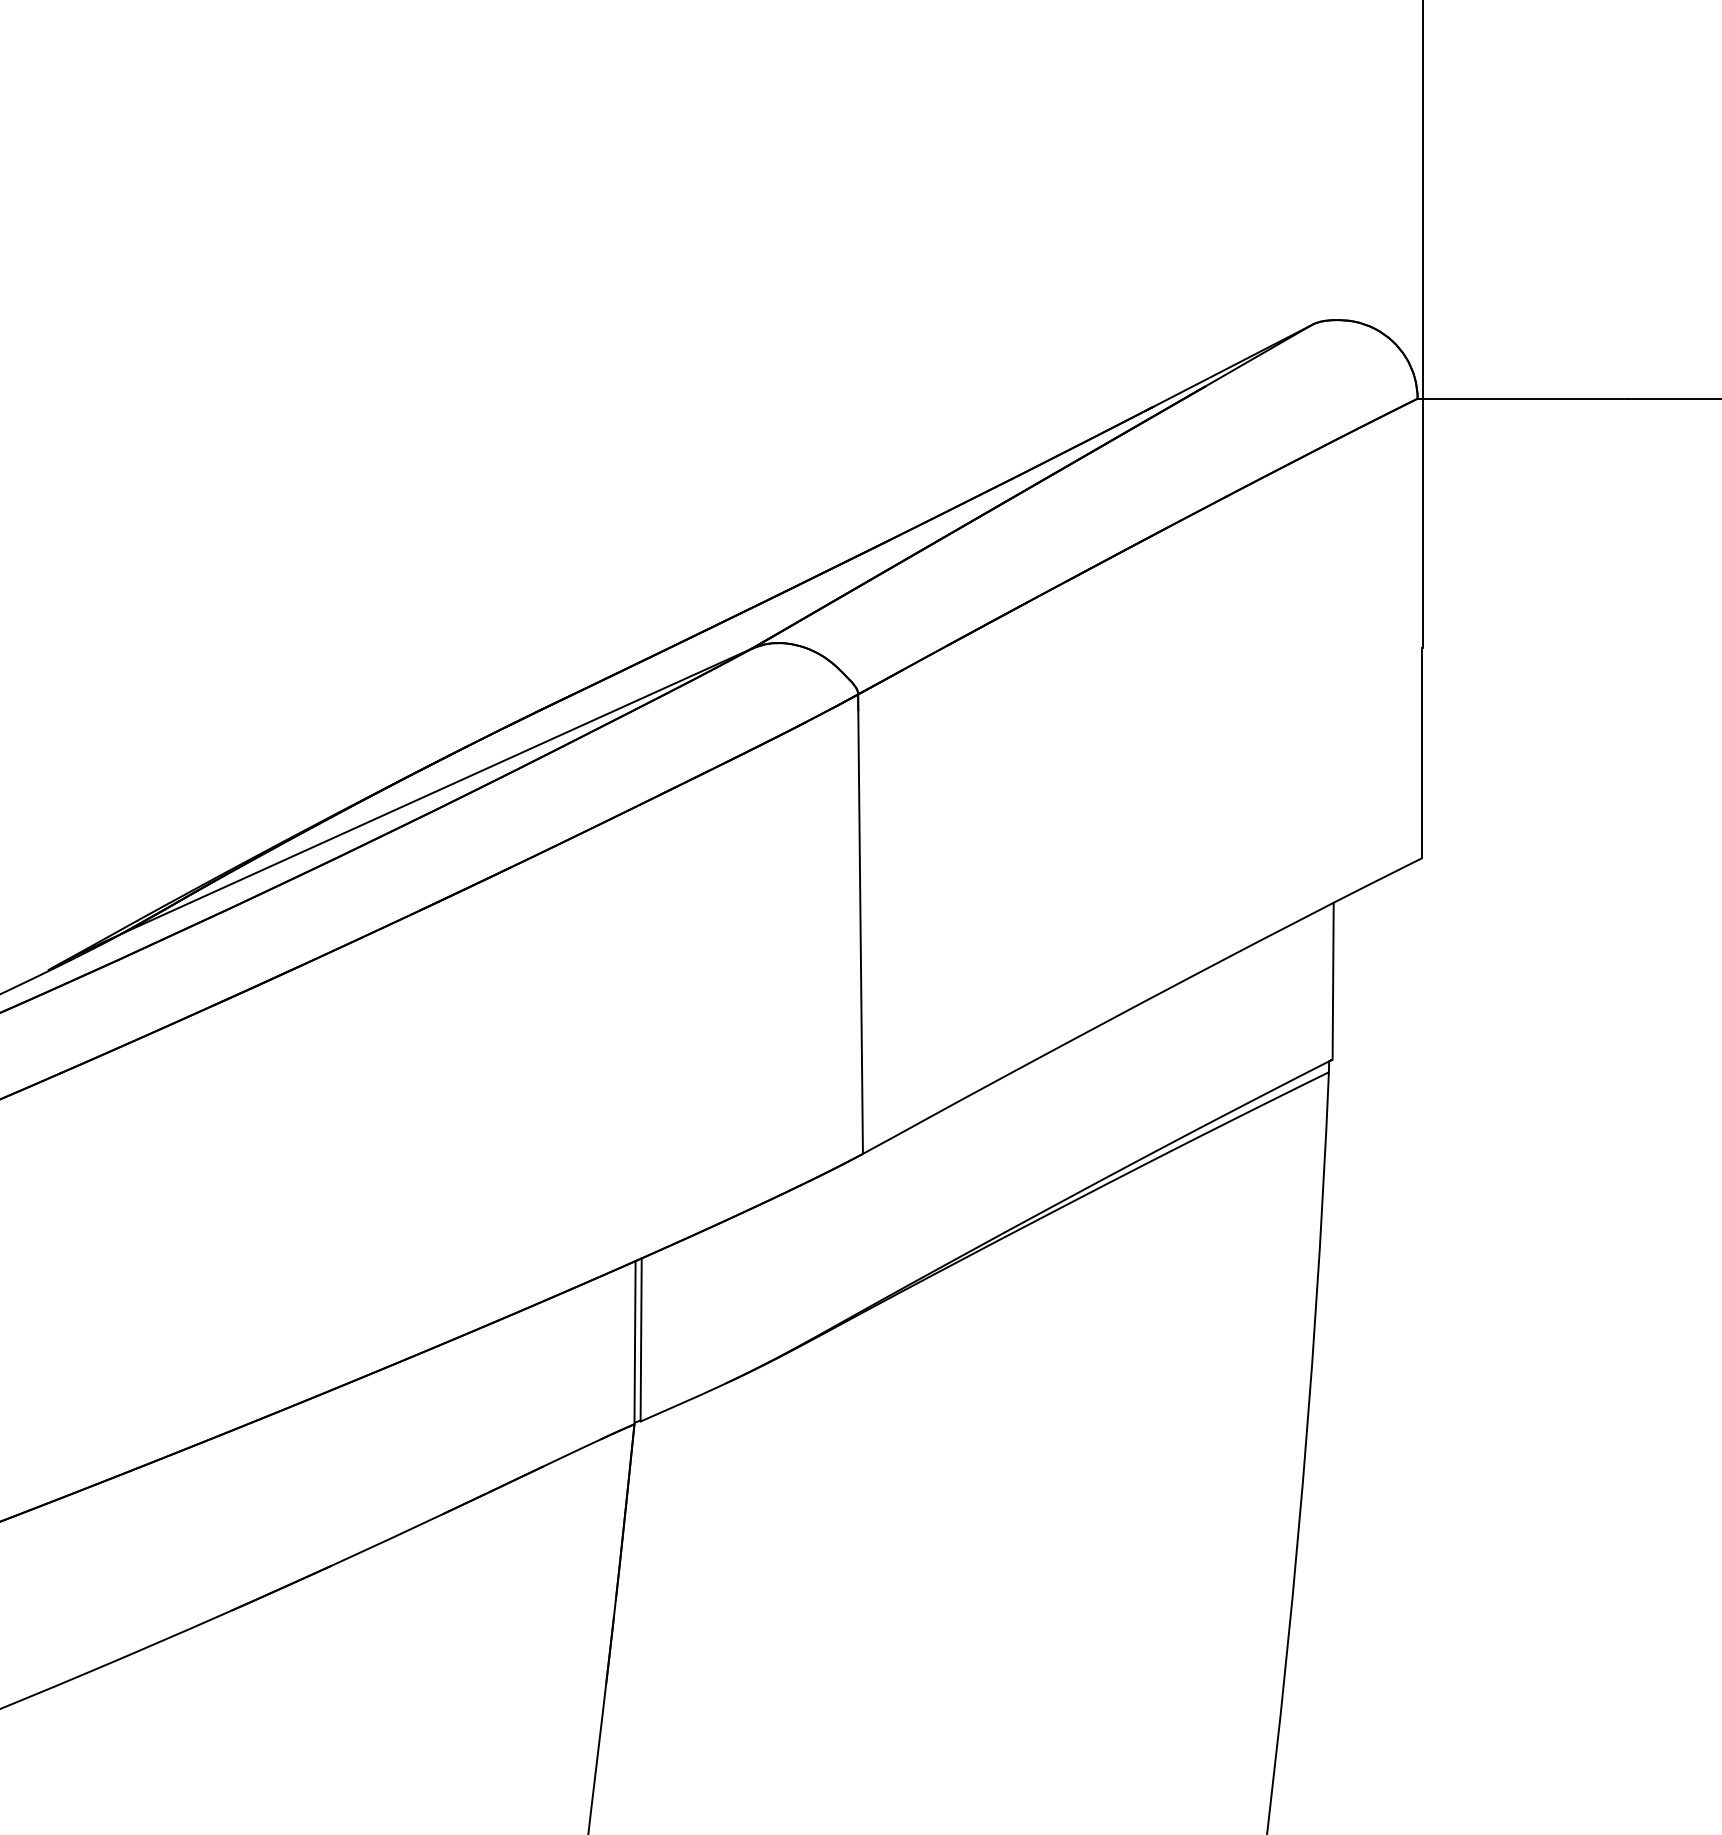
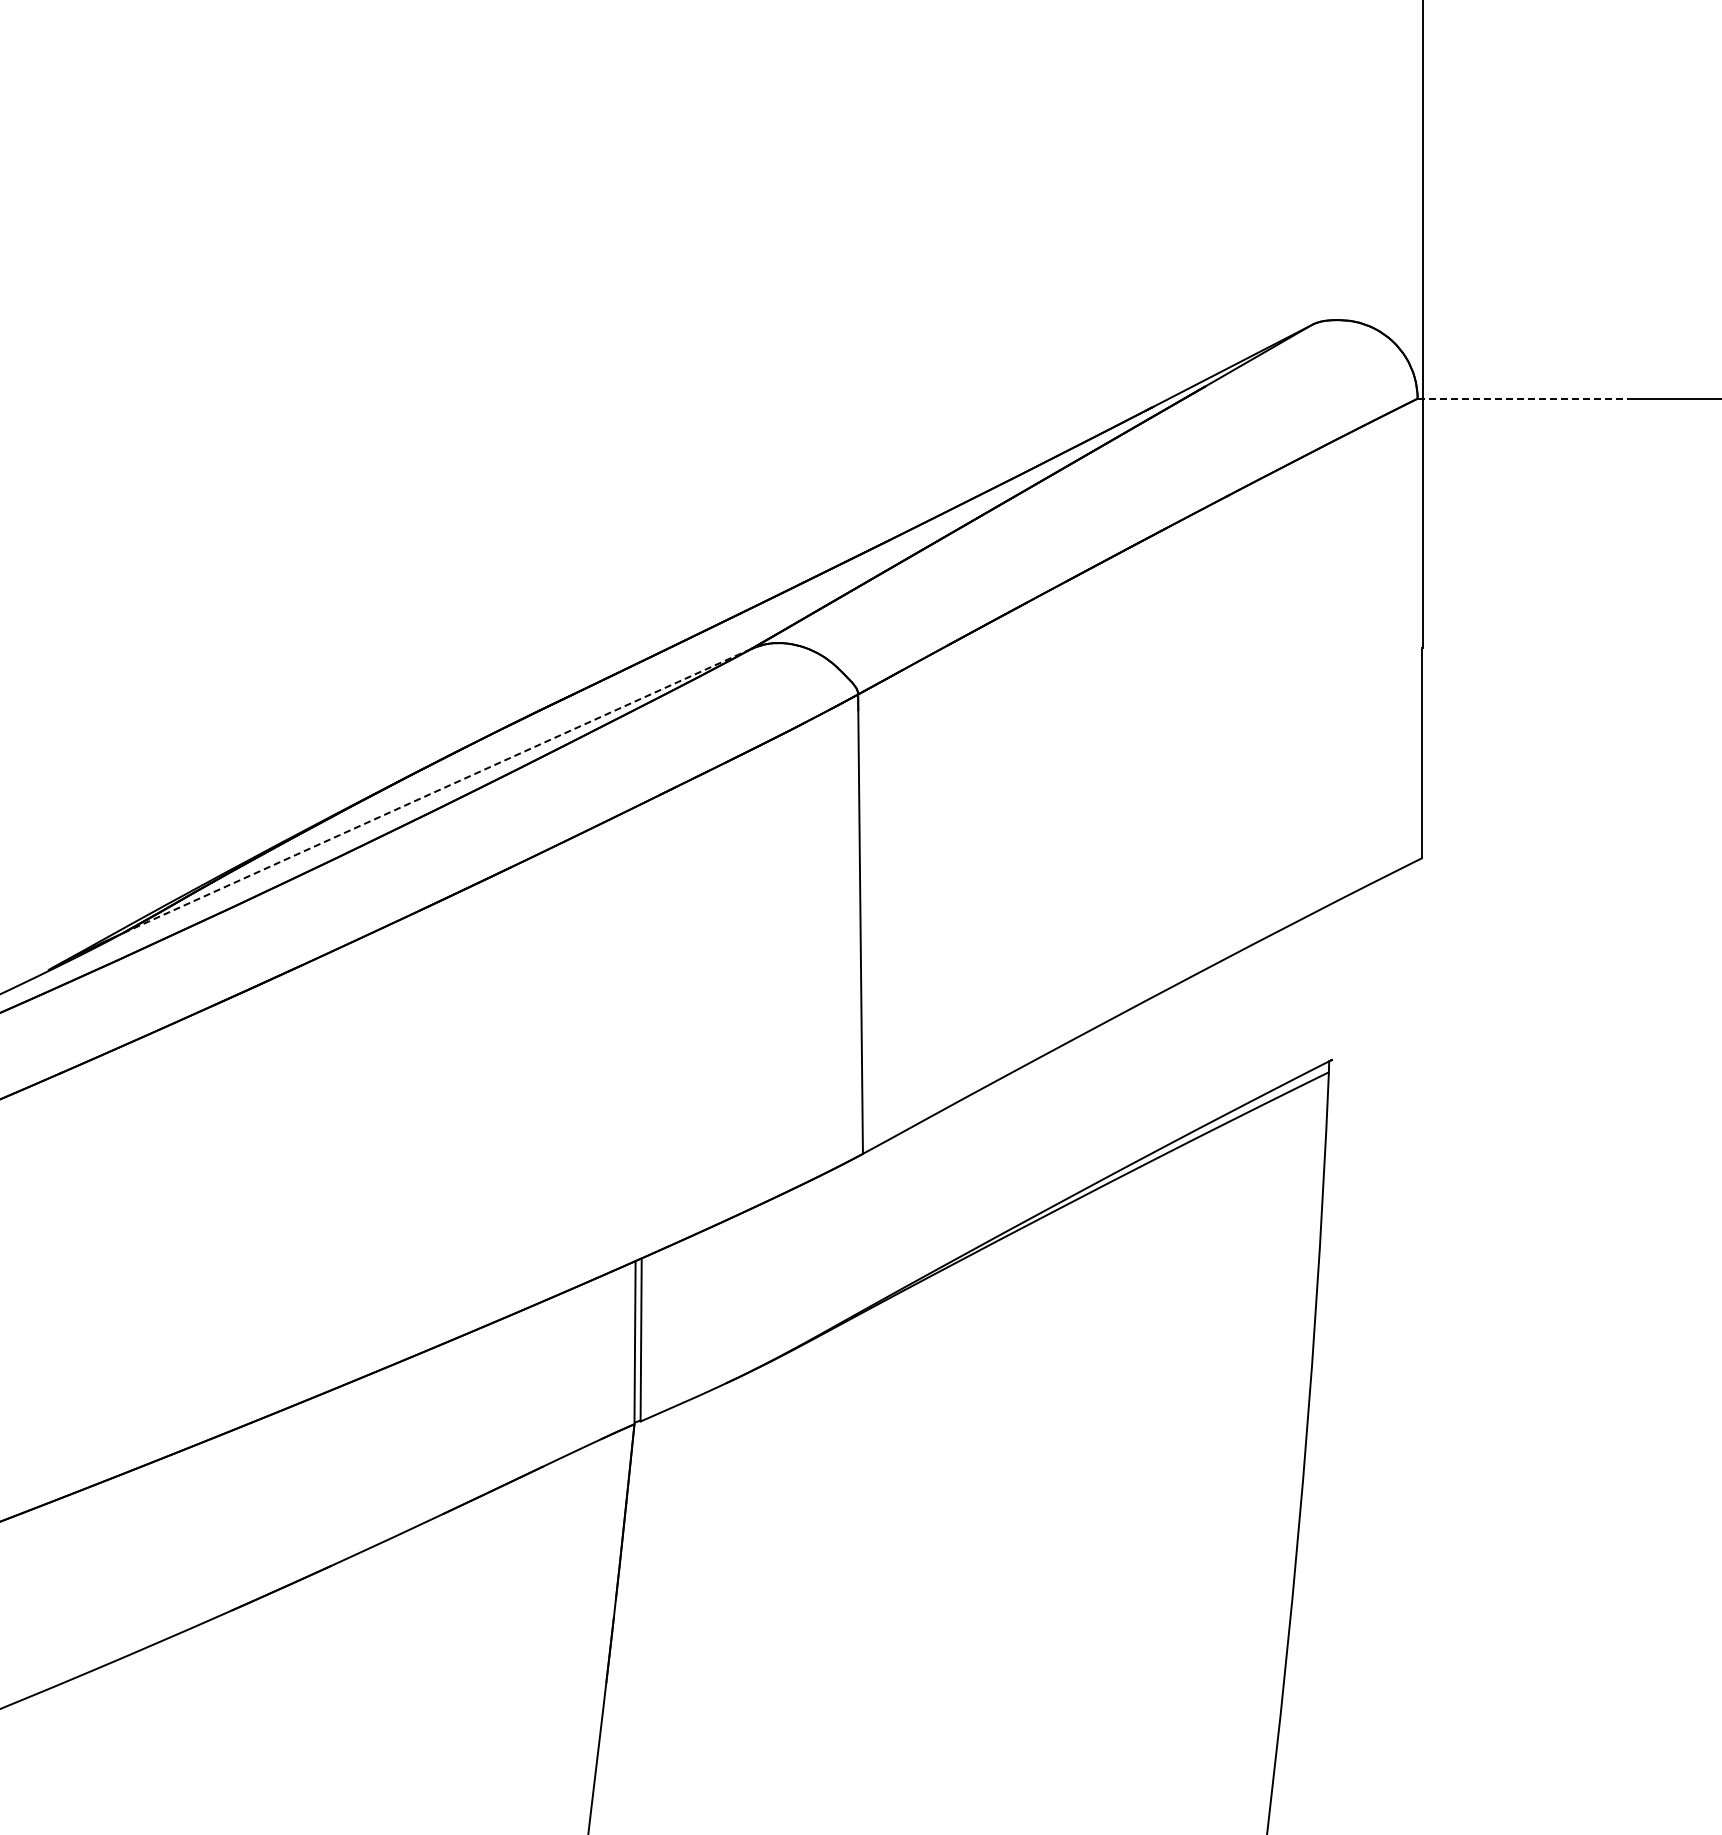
line at (1523, 398): solid -> dashed
line at (436, 791): solid -> dashed
line at (1332, 980): present -> none
